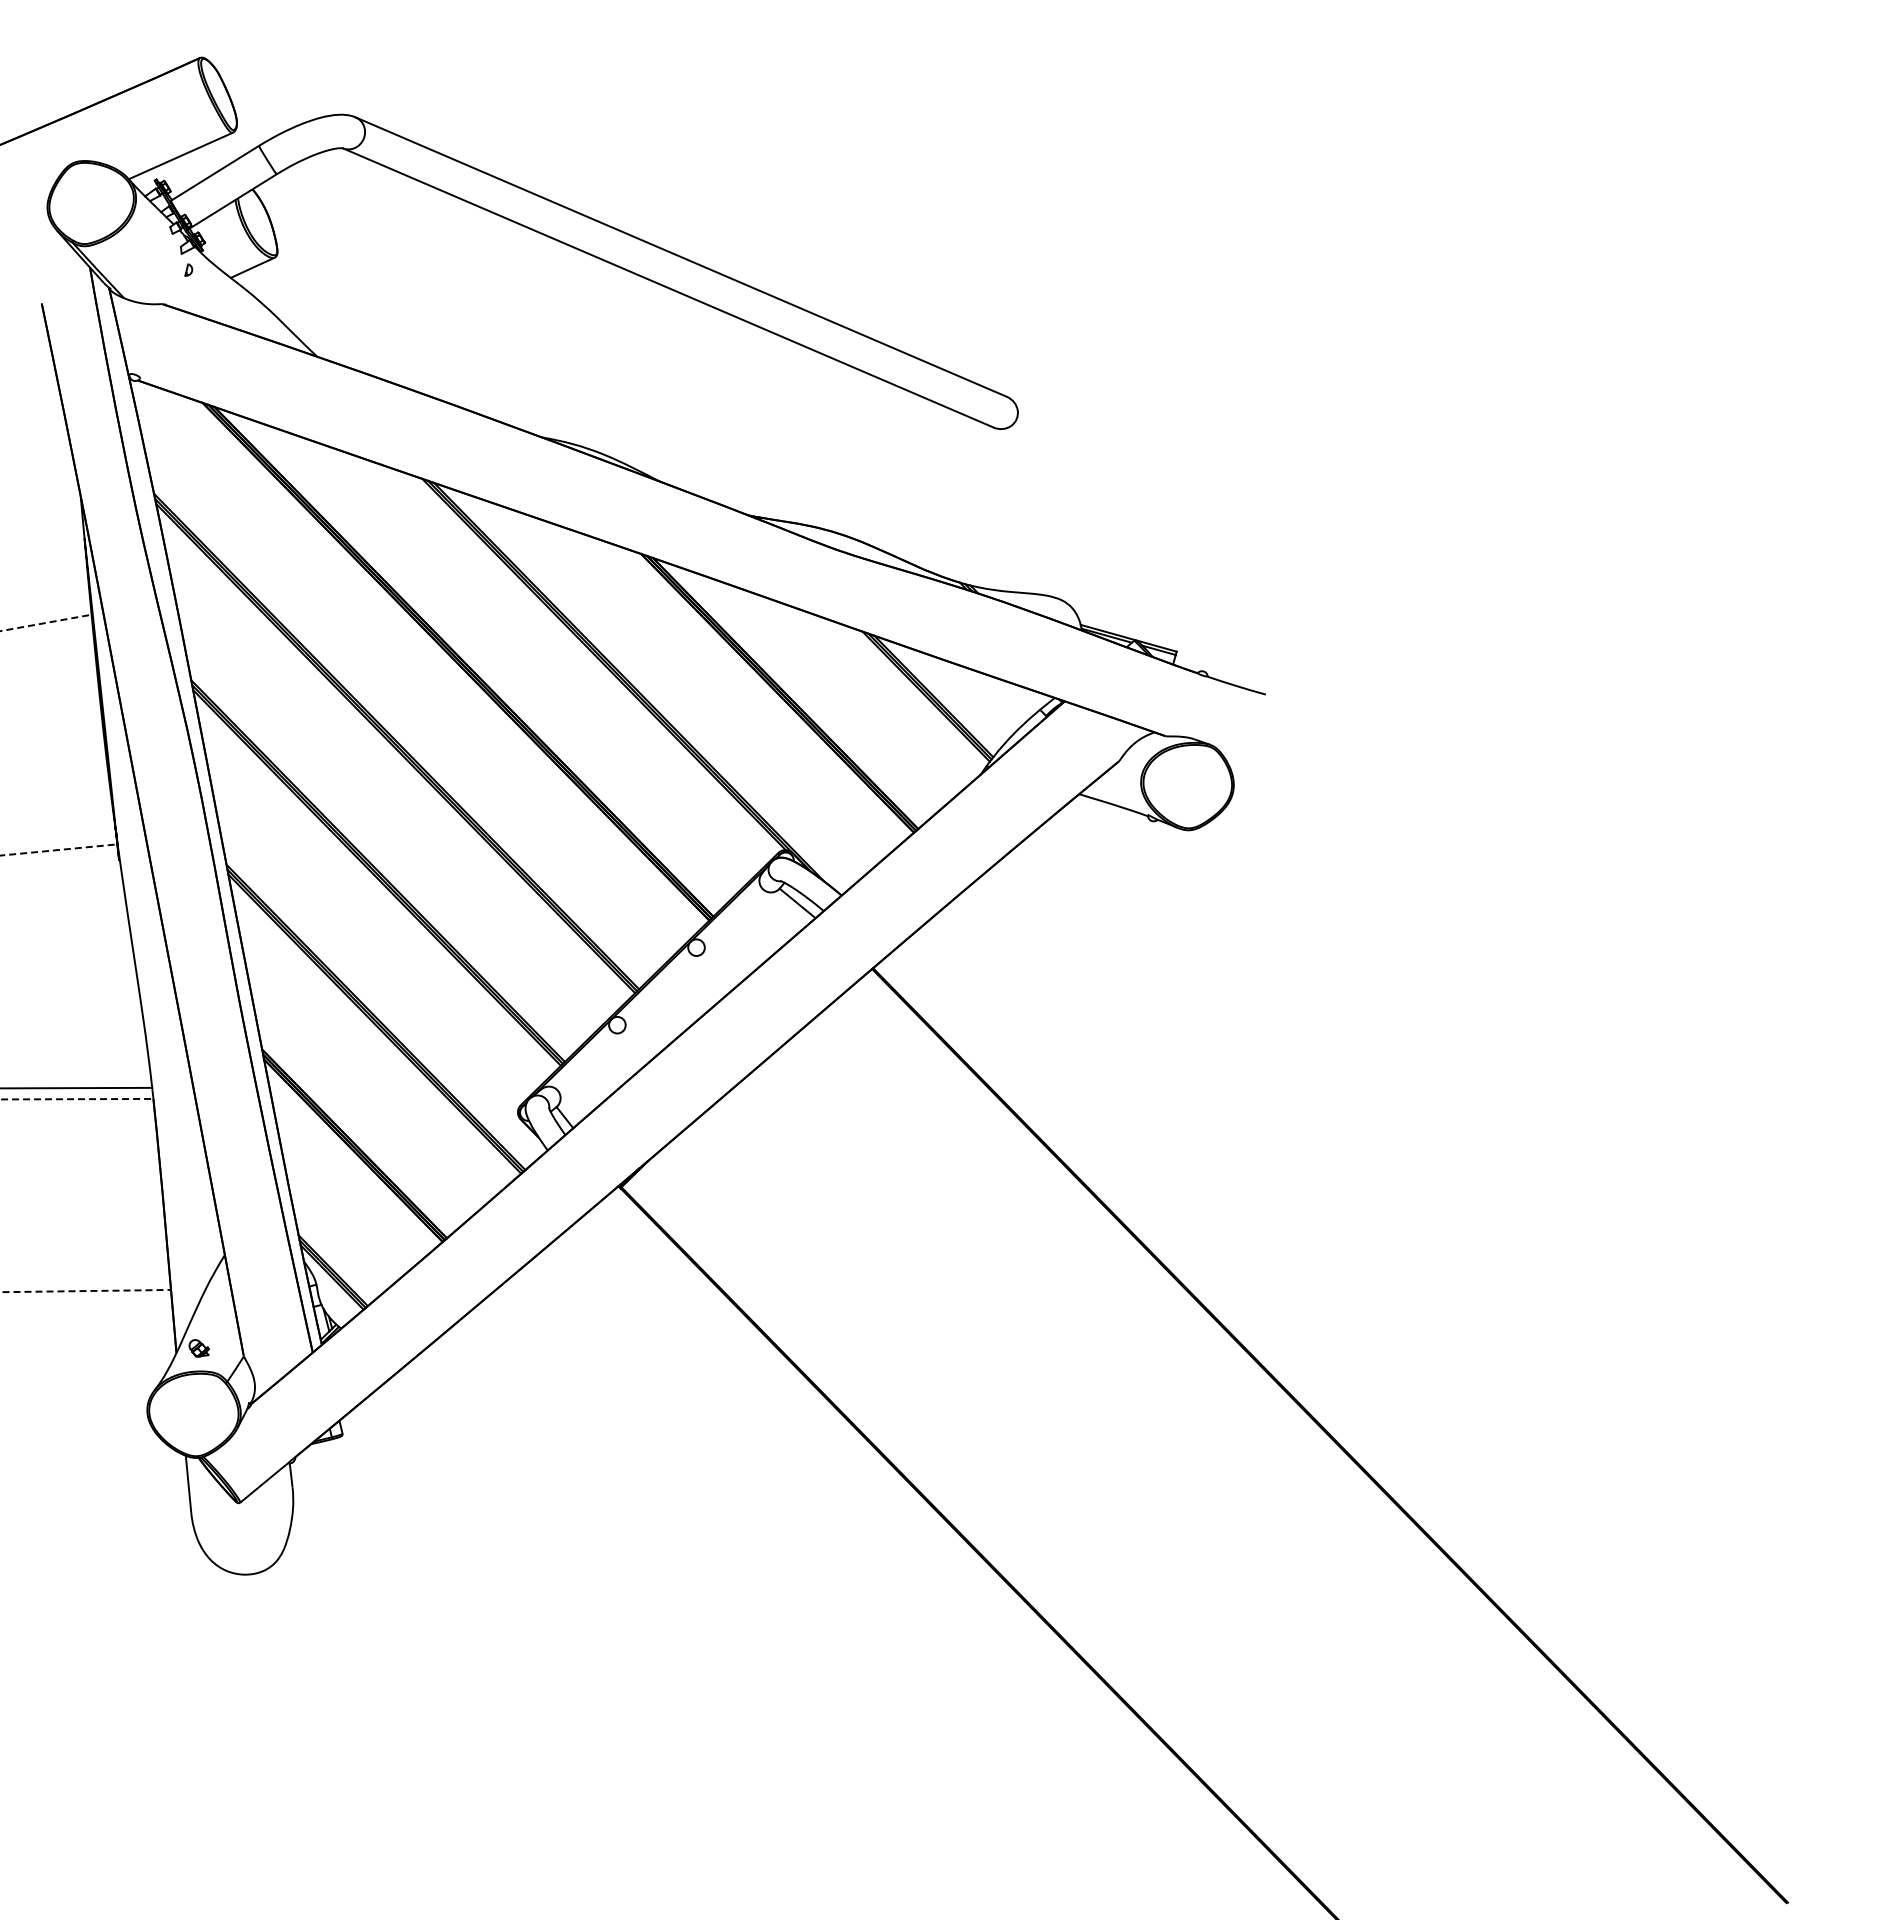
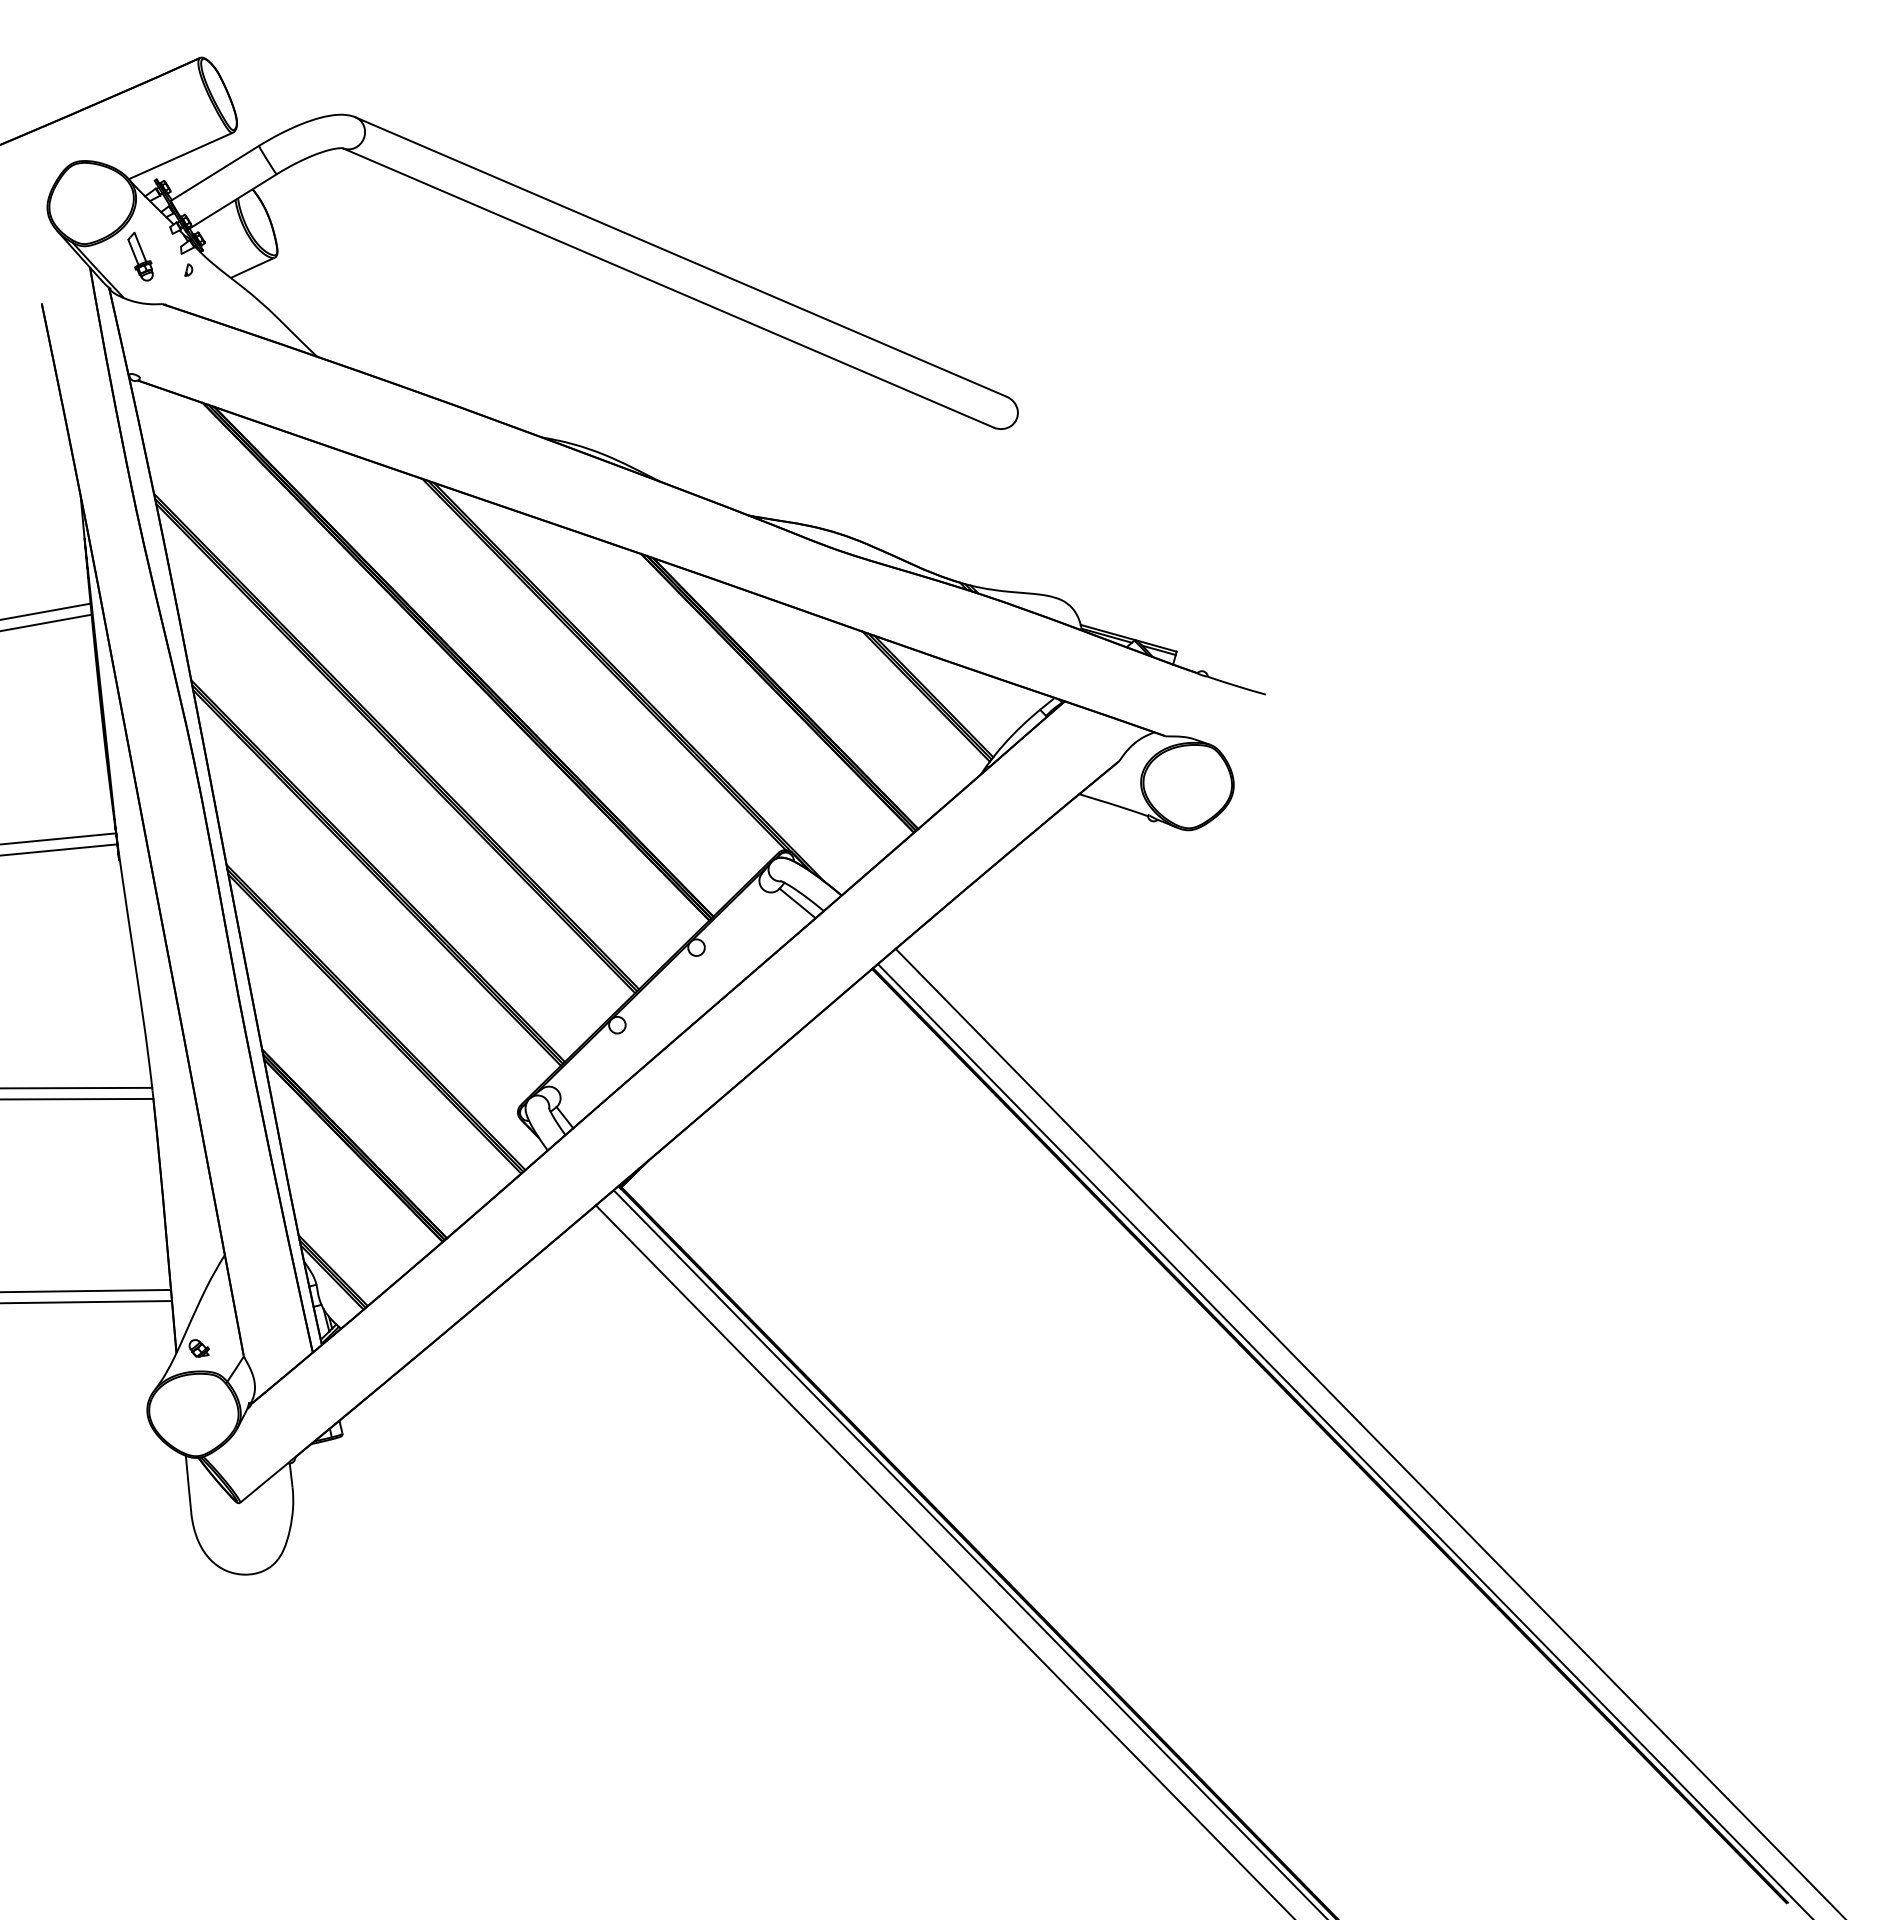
part at (140, 256): none -> present
line at (46, 611): none -> present
line at (46, 622): dashed -> solid
line at (59, 838): none -> present
line at (59, 849): dashed -> solid
line at (77, 1099): dashed -> solid
line at (86, 1291): dashed -> solid
line at (86, 1302): none -> present
line at (1369, 1432): none -> present
line at (1343, 1440): none -> present
line at (968, 1553): none -> present
line at (943, 1560): none -> present
